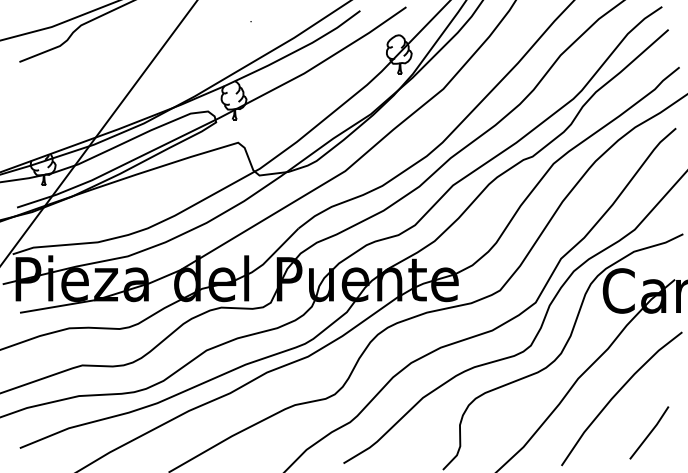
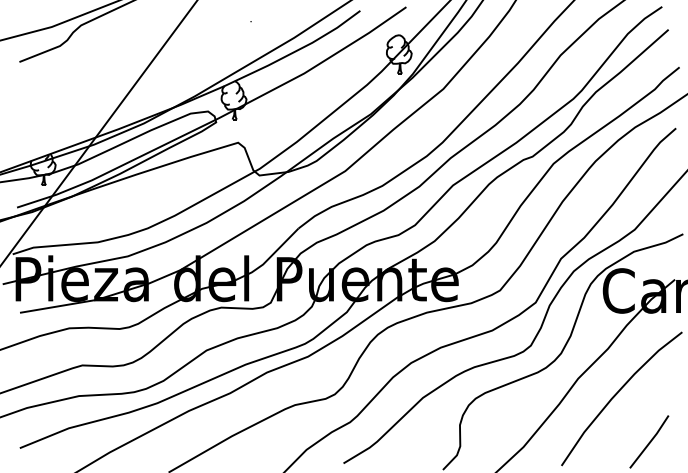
line at (649, 432) position: (649, 432) -> (649, 441)
